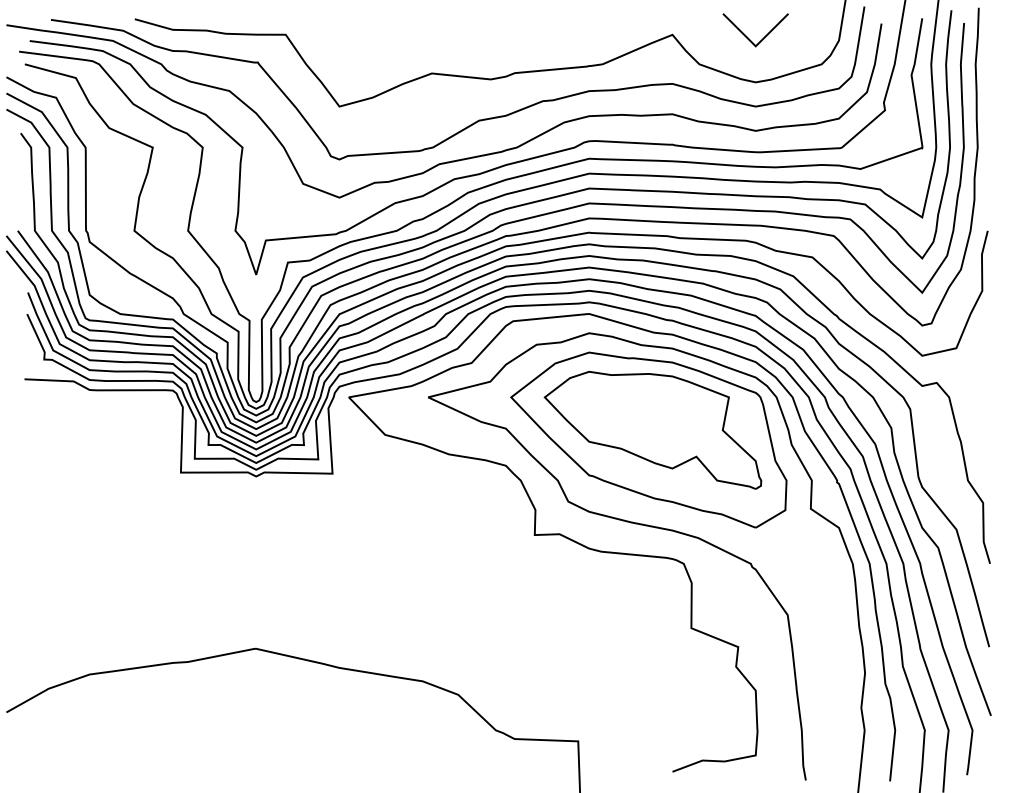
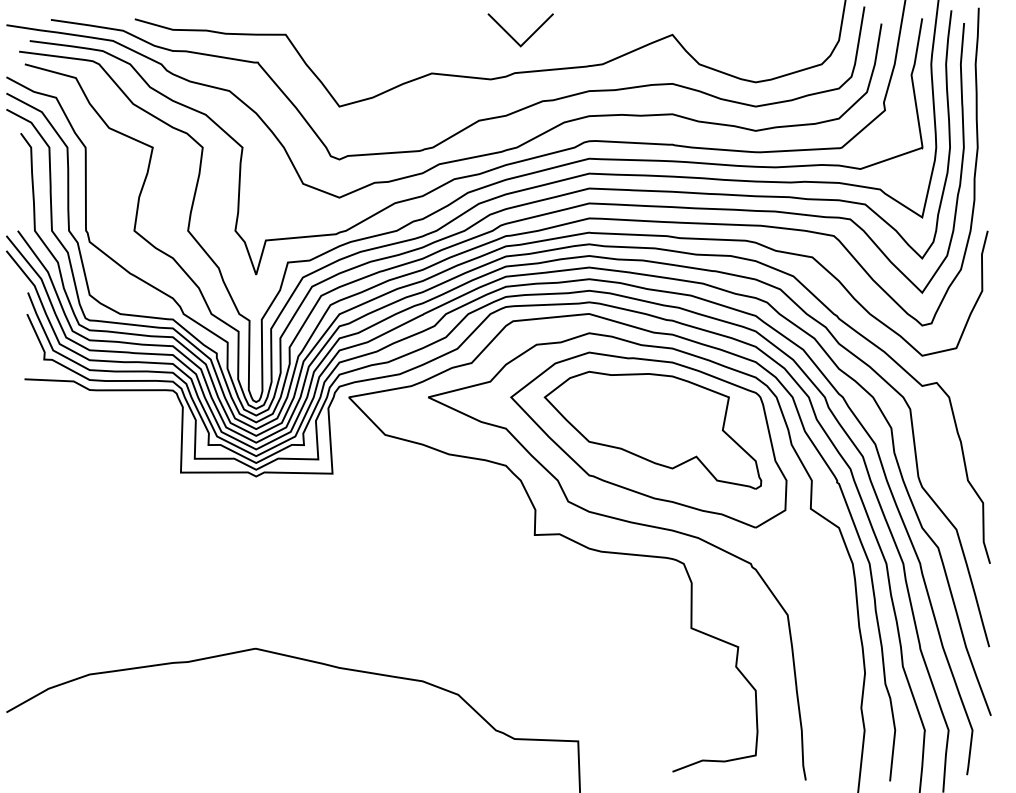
line at (748, 37) position: (748, 37) -> (513, 37)
